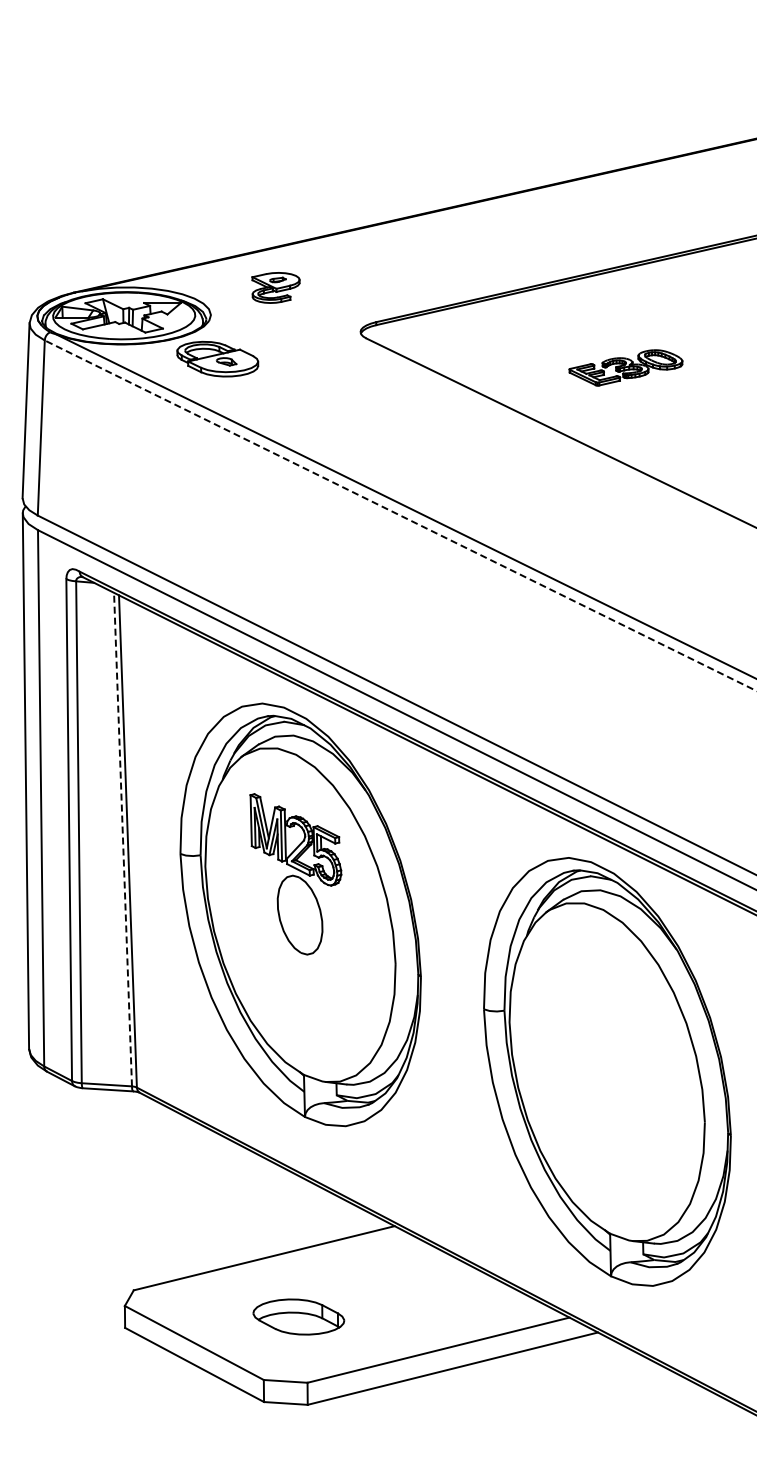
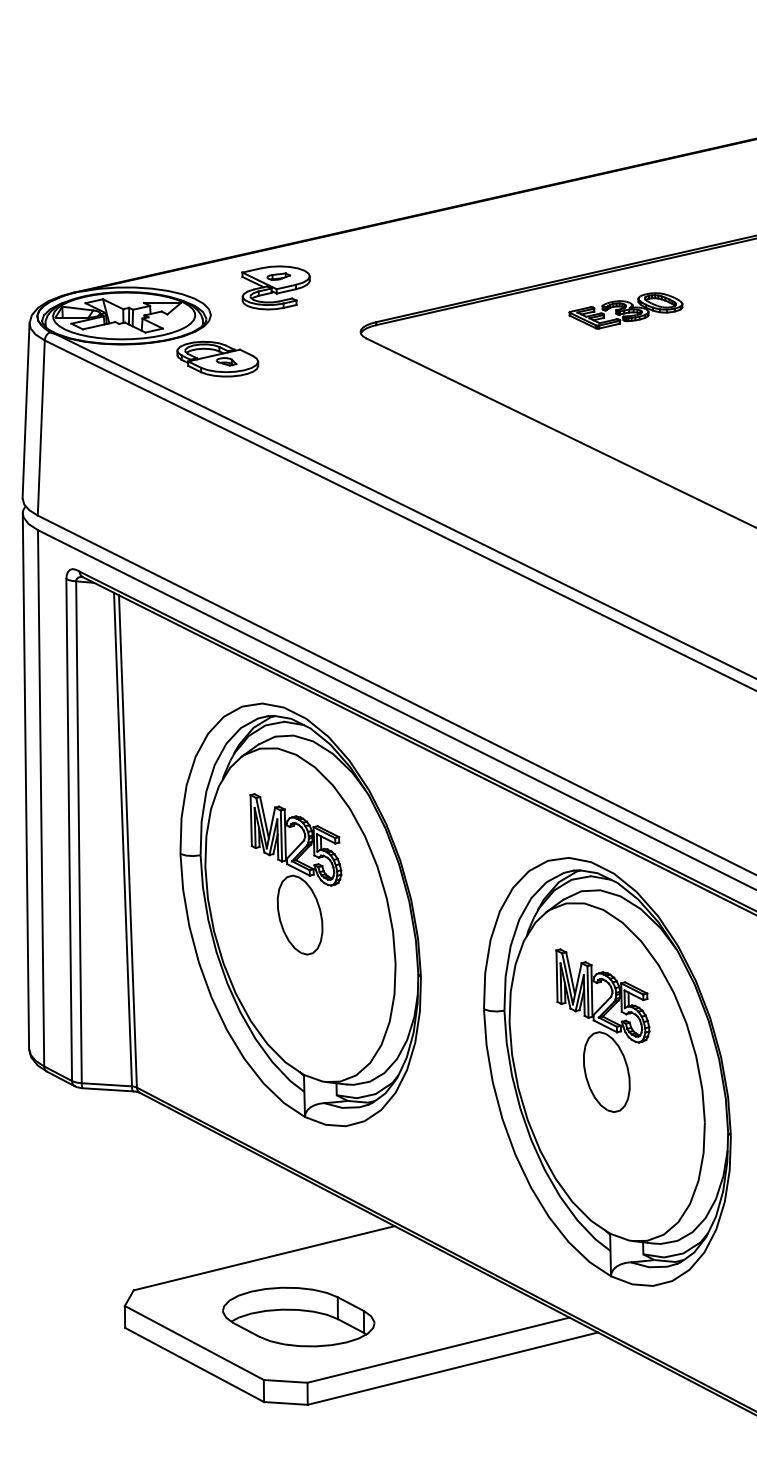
part at (275, 287) size: 50x32 px -> 70x46 px
part at (625, 367) position: (625, 367) -> (625, 310)
line at (400, 515): dashed -> solid
line at (123, 839): dashed -> solid
part at (602, 1030): none -> present
part at (298, 1316) size: 94x38 px -> 154x62 px
